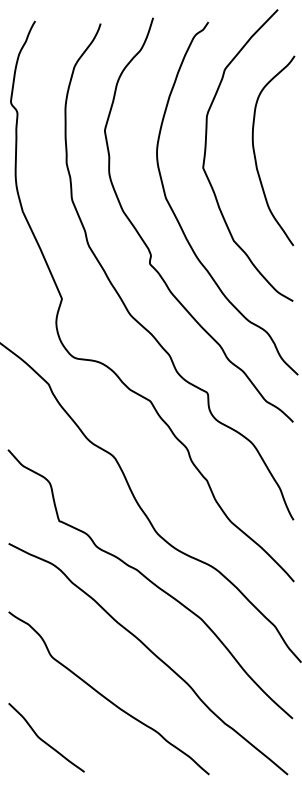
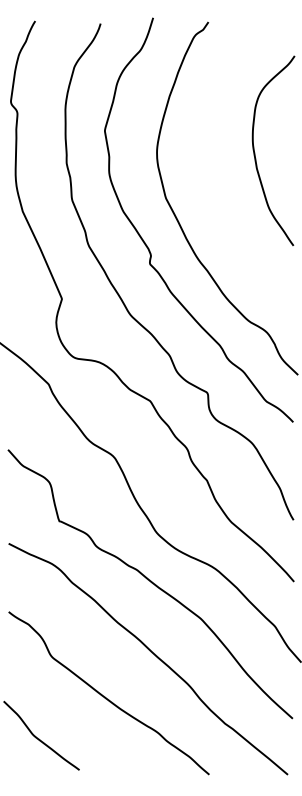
curve at (206, 150): present -> none
curve at (44, 740) position: (44, 740) -> (39, 738)
